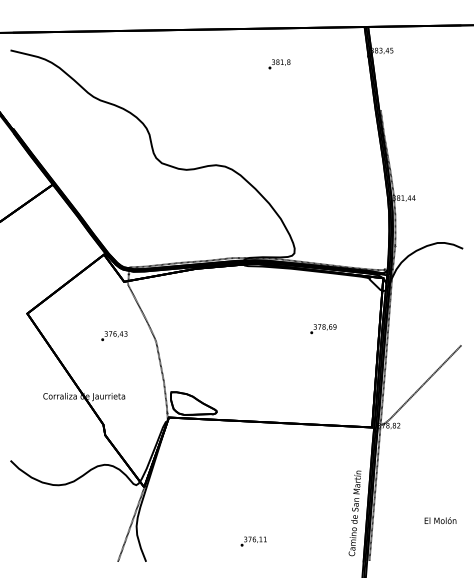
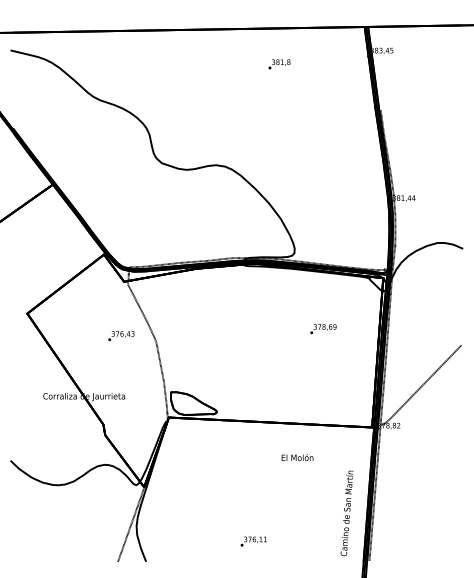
text at (114, 336) position: (114, 336) -> (121, 336)
text at (354, 513) position: (354, 513) -> (346, 513)
text at (440, 520) position: (440, 520) -> (297, 457)
